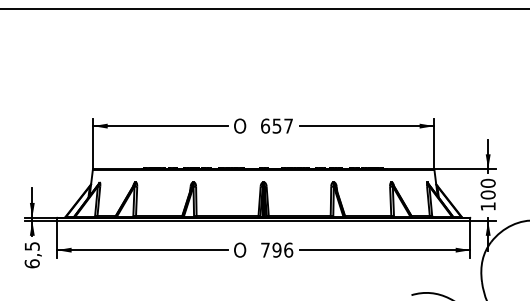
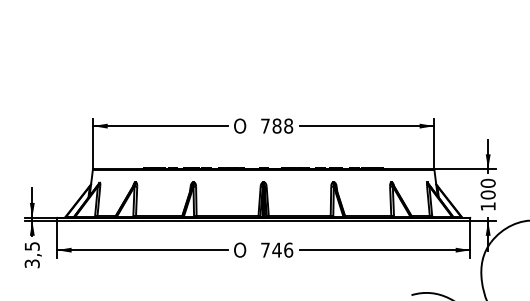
line at (264, 9): present -> none
text at (277, 125): 657 -> 788
text at (276, 249): 796 -> 746
text at (31, 263): 6,5 -> 3,5
